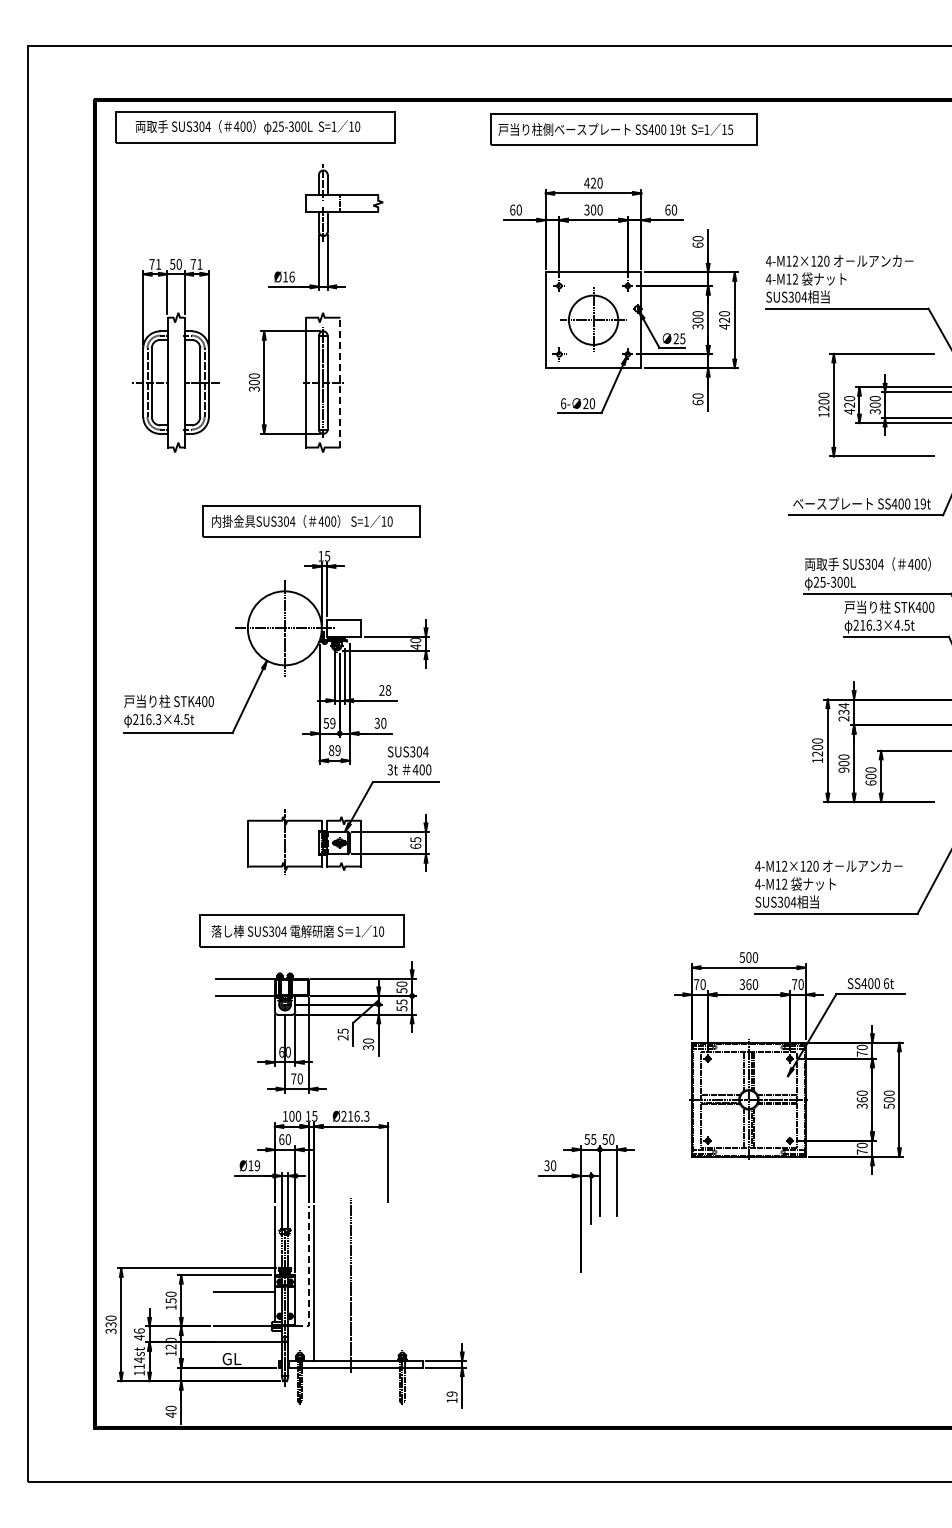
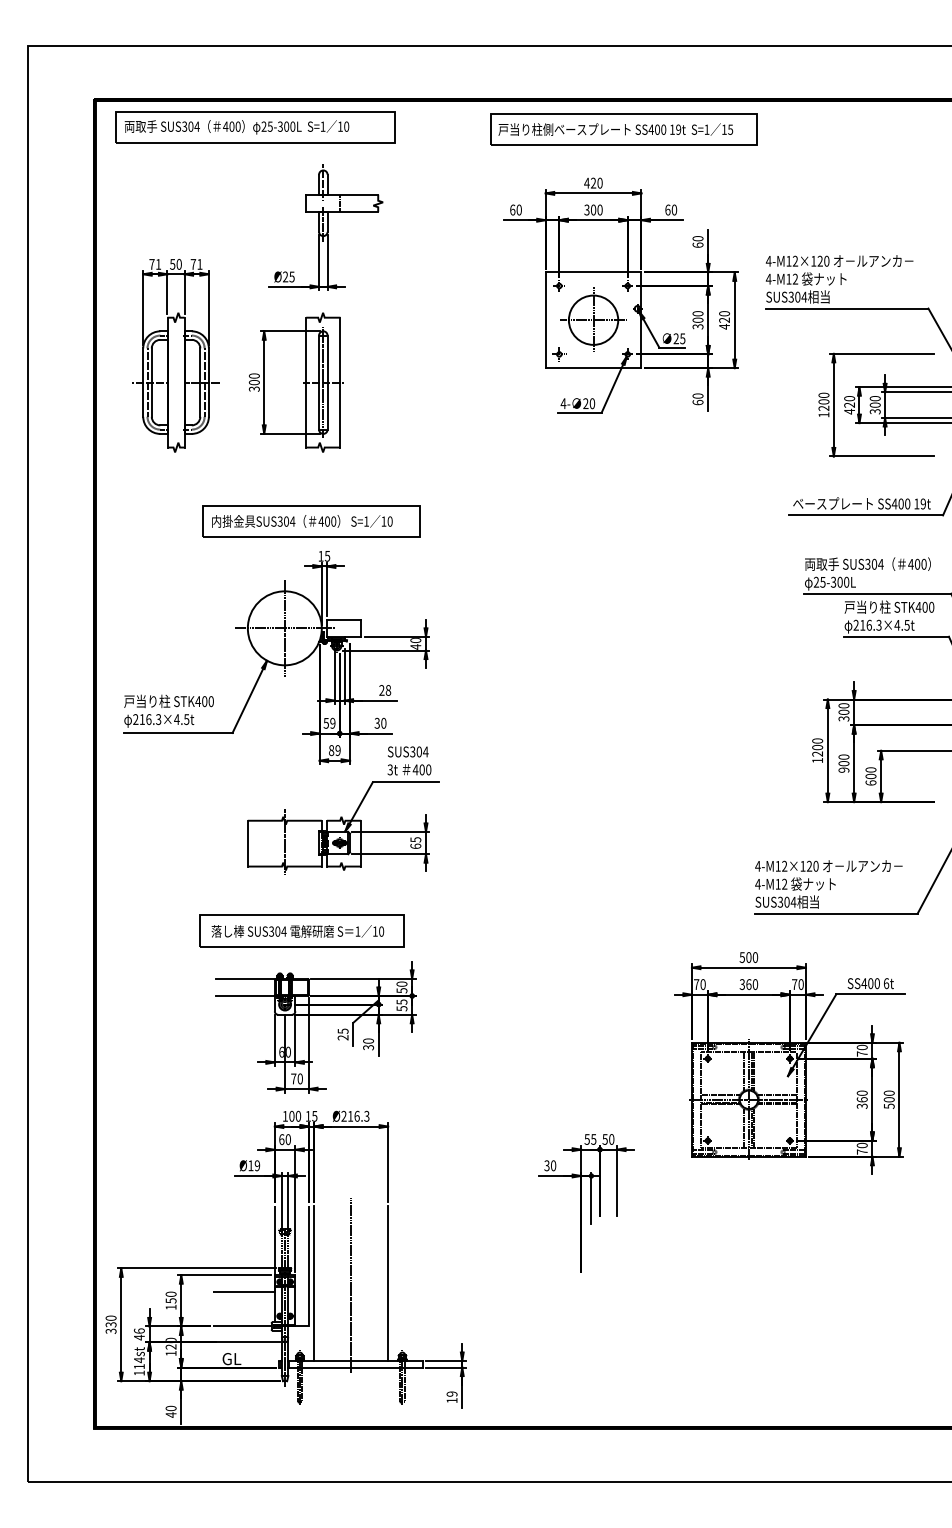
text at (247, 127) position: (247, 127) -> (236, 127)
text at (288, 276): Ø16 -> Ø25
line at (340, 382): dashed -> solid
text at (563, 403): 6- -> 4-
text at (843, 712): 234 -> 300
line at (388, 1283): none -> present
line at (309, 1284): dashed -> solid
